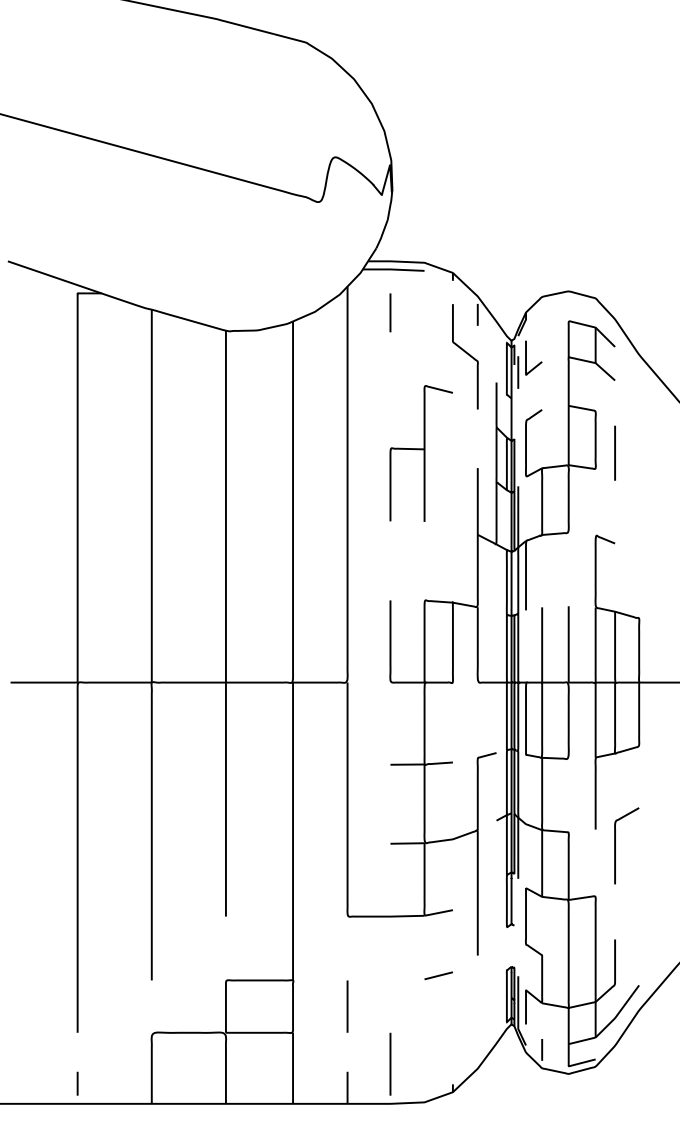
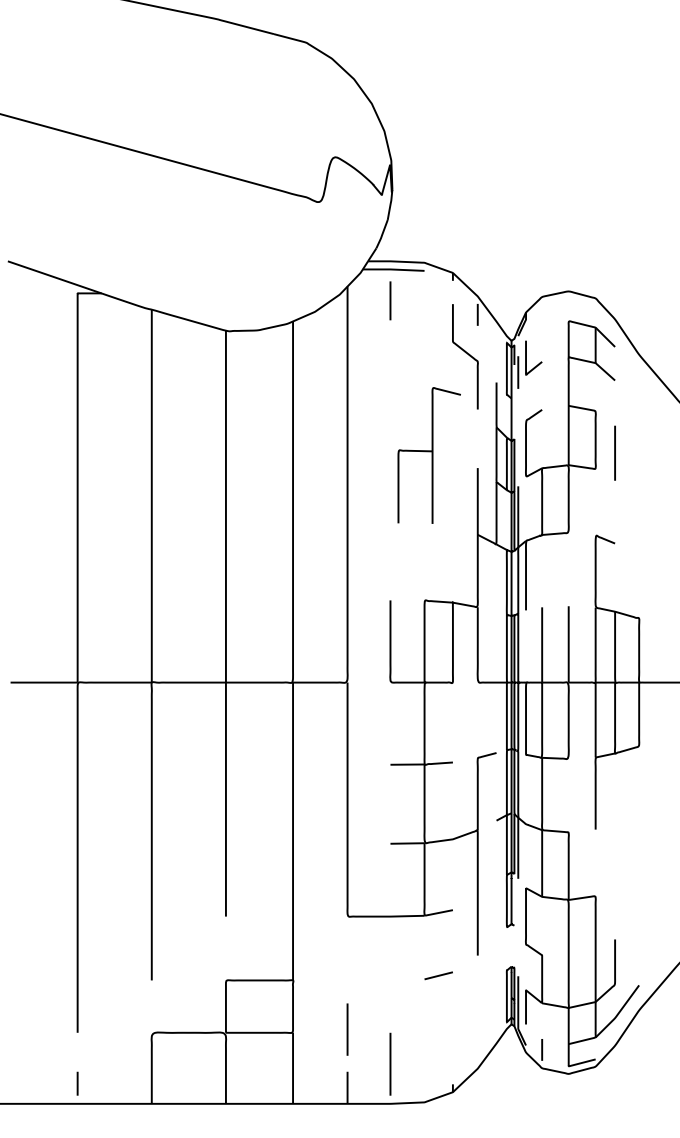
line at (390, 312) position: (390, 312) -> (390, 300)
part at (420, 453) position: (420, 453) -> (428, 455)
curve at (615, 845): present -> none
line at (347, 1006) position: (347, 1006) -> (347, 1029)
